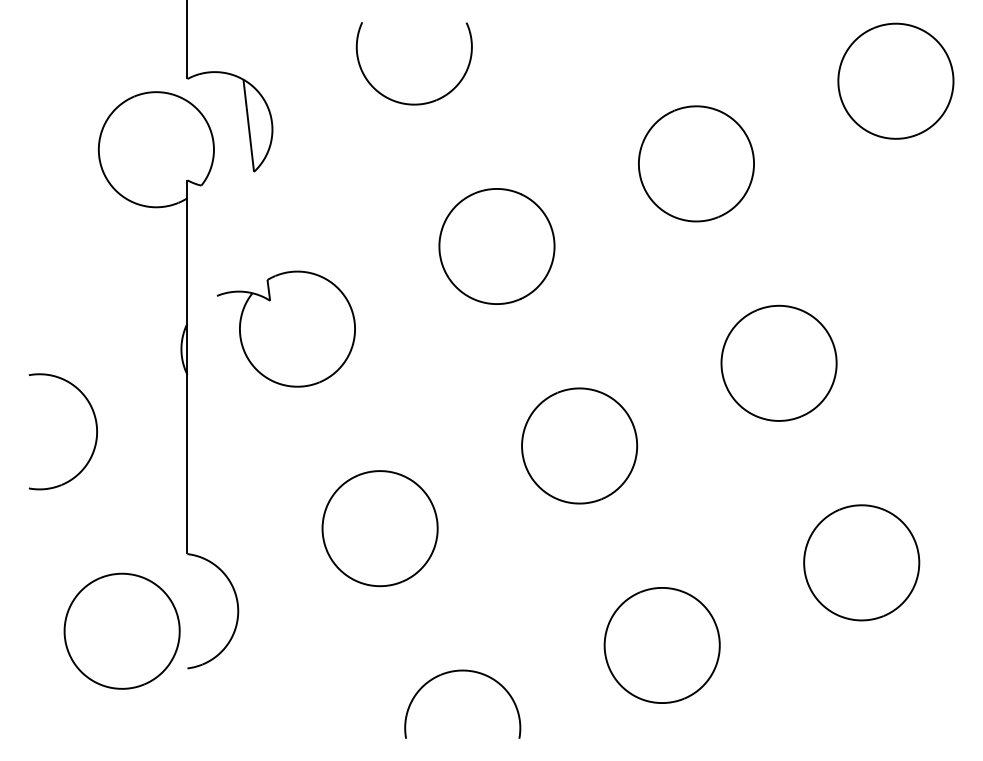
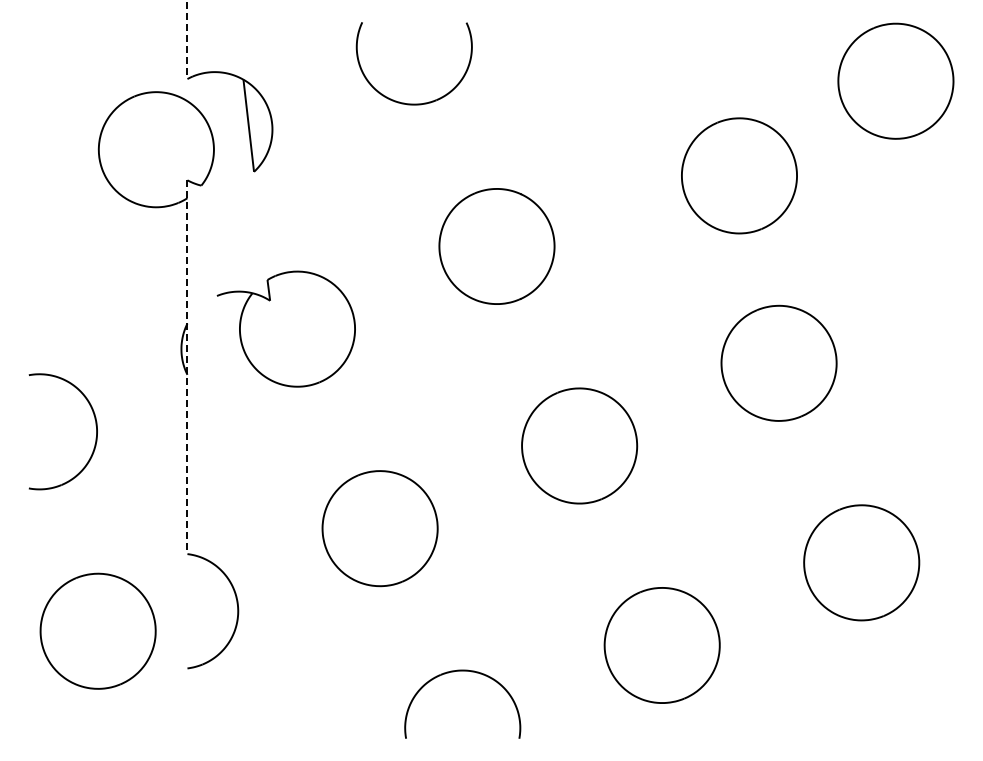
line at (187, 40): solid -> dashed
part at (696, 163) position: (696, 163) -> (739, 175)
line at (187, 367): solid -> dashed
part at (121, 630) position: (121, 630) -> (97, 630)
